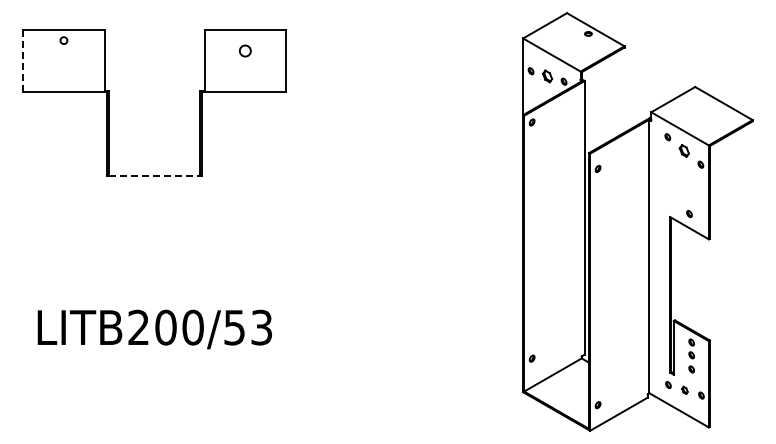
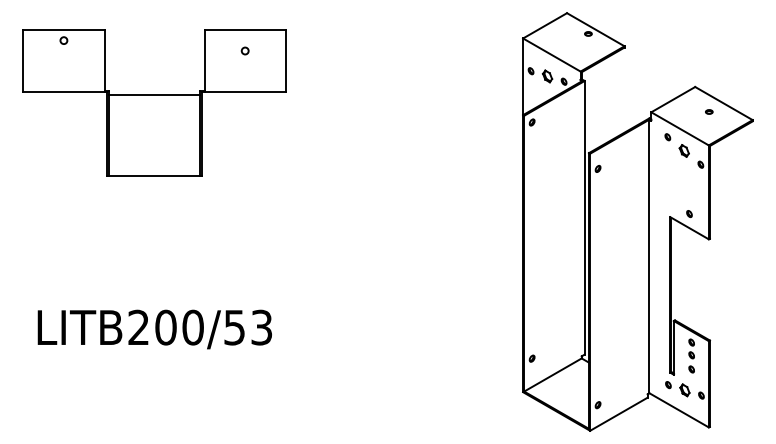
circle at (245, 50) size: 13x14 px -> 10x10 px
line at (23, 60): dashed -> solid
line at (154, 94): none -> present
part at (709, 111): none -> present
line at (154, 176): dashed -> solid
part at (684, 389) size: 8x10 px -> 12x15 px
